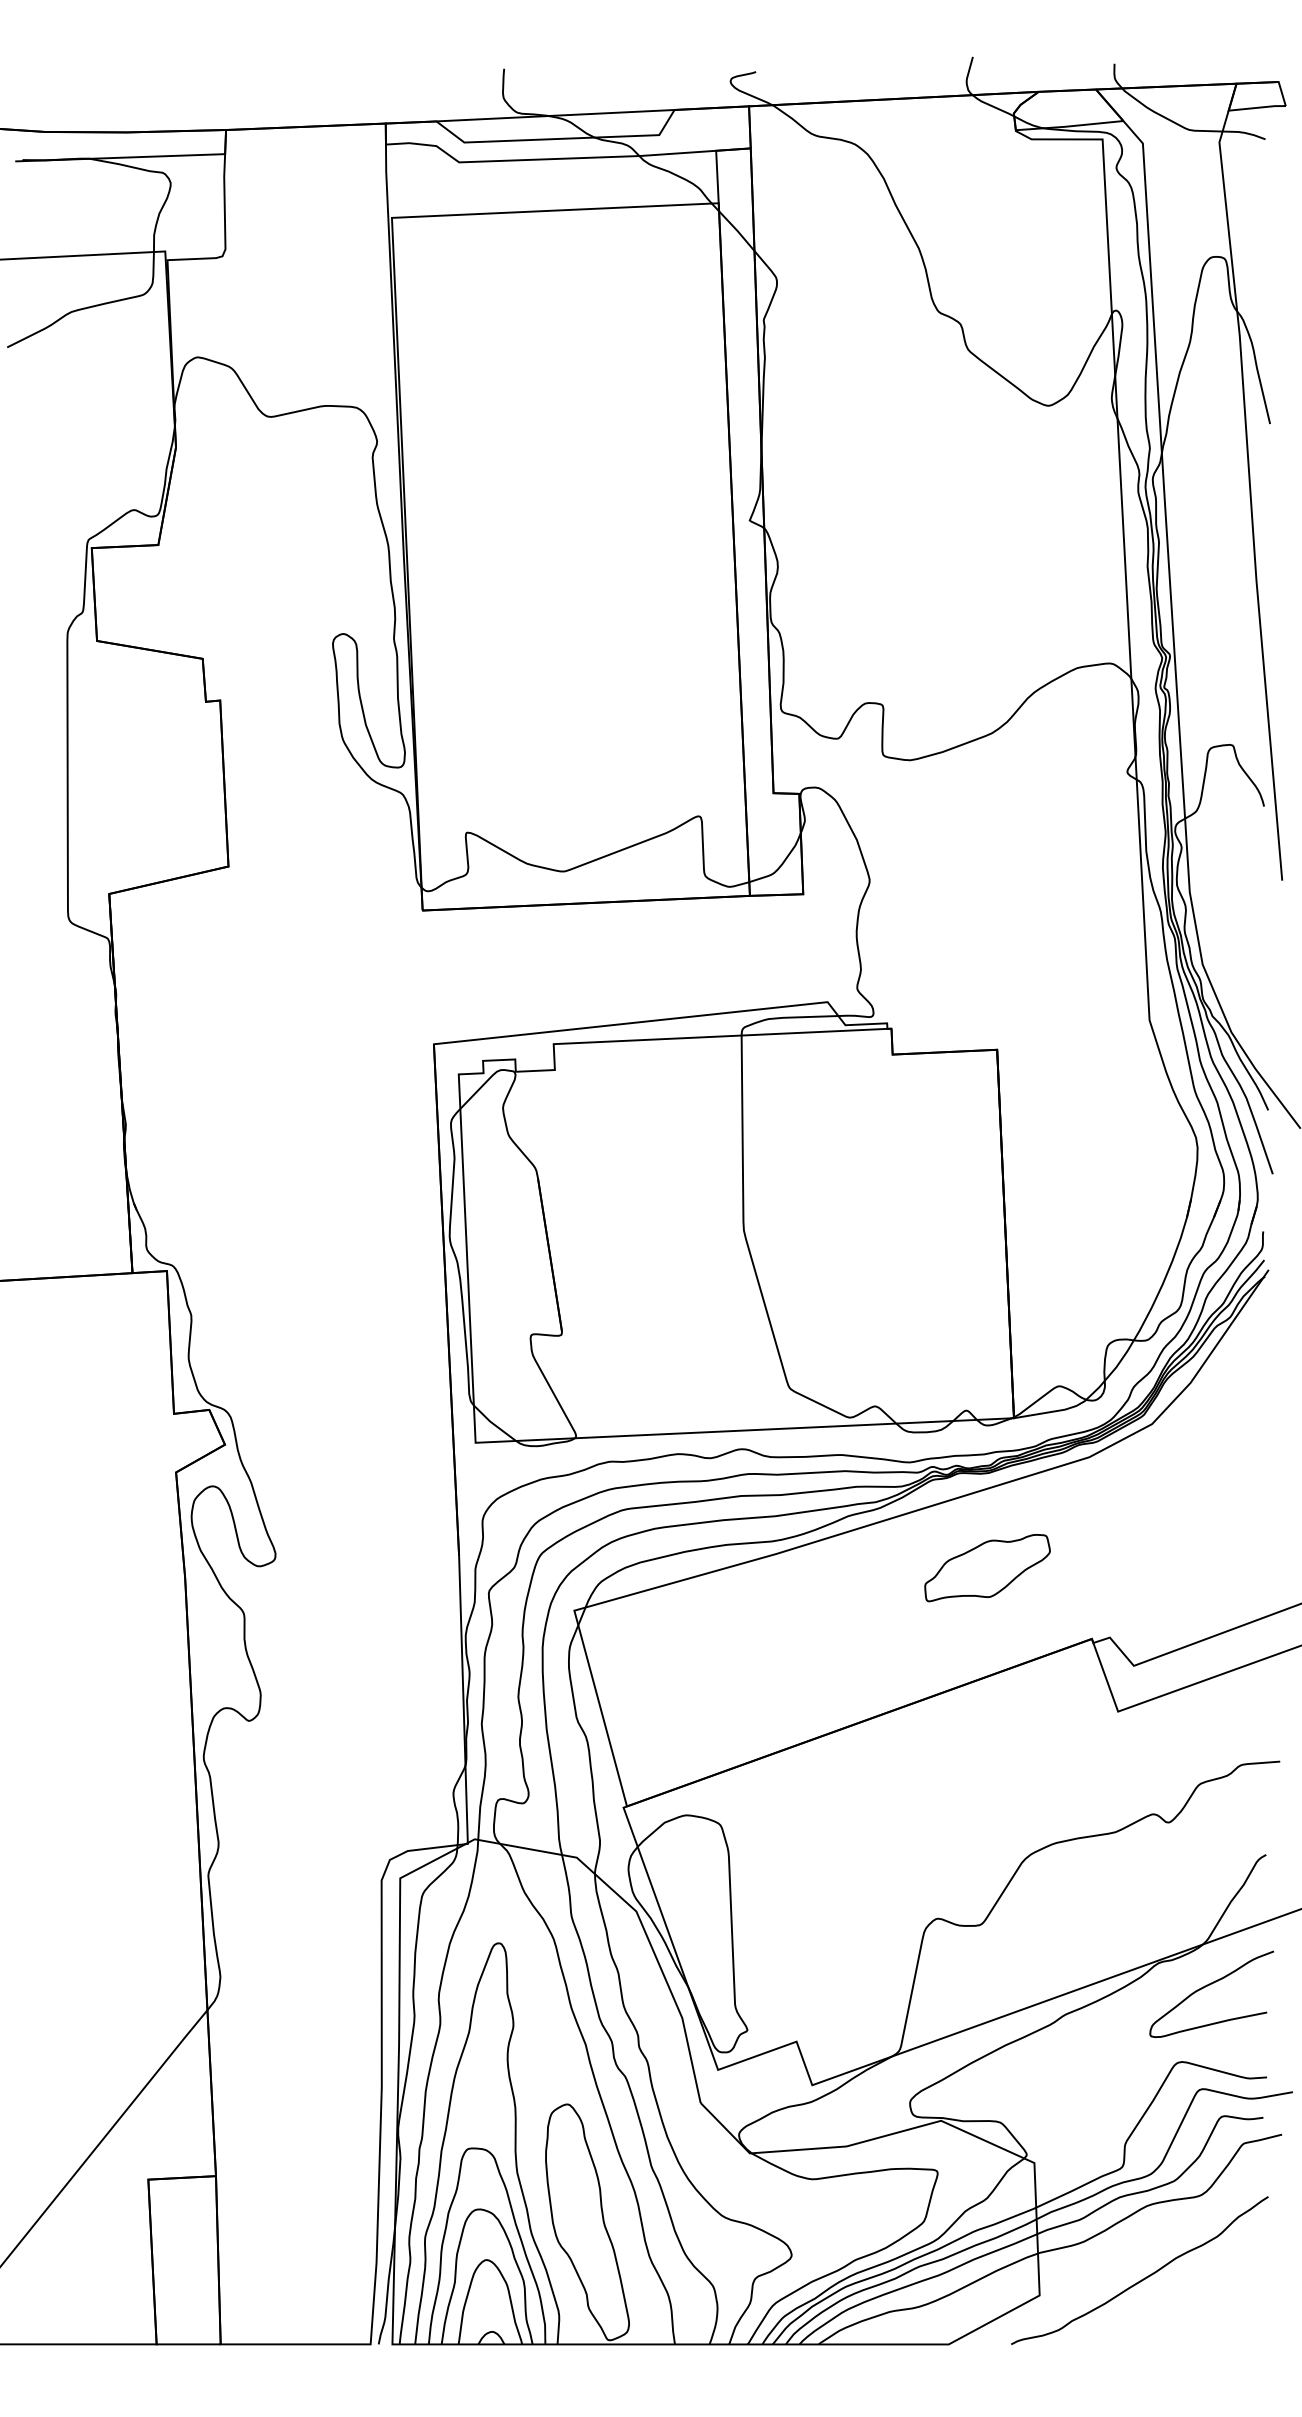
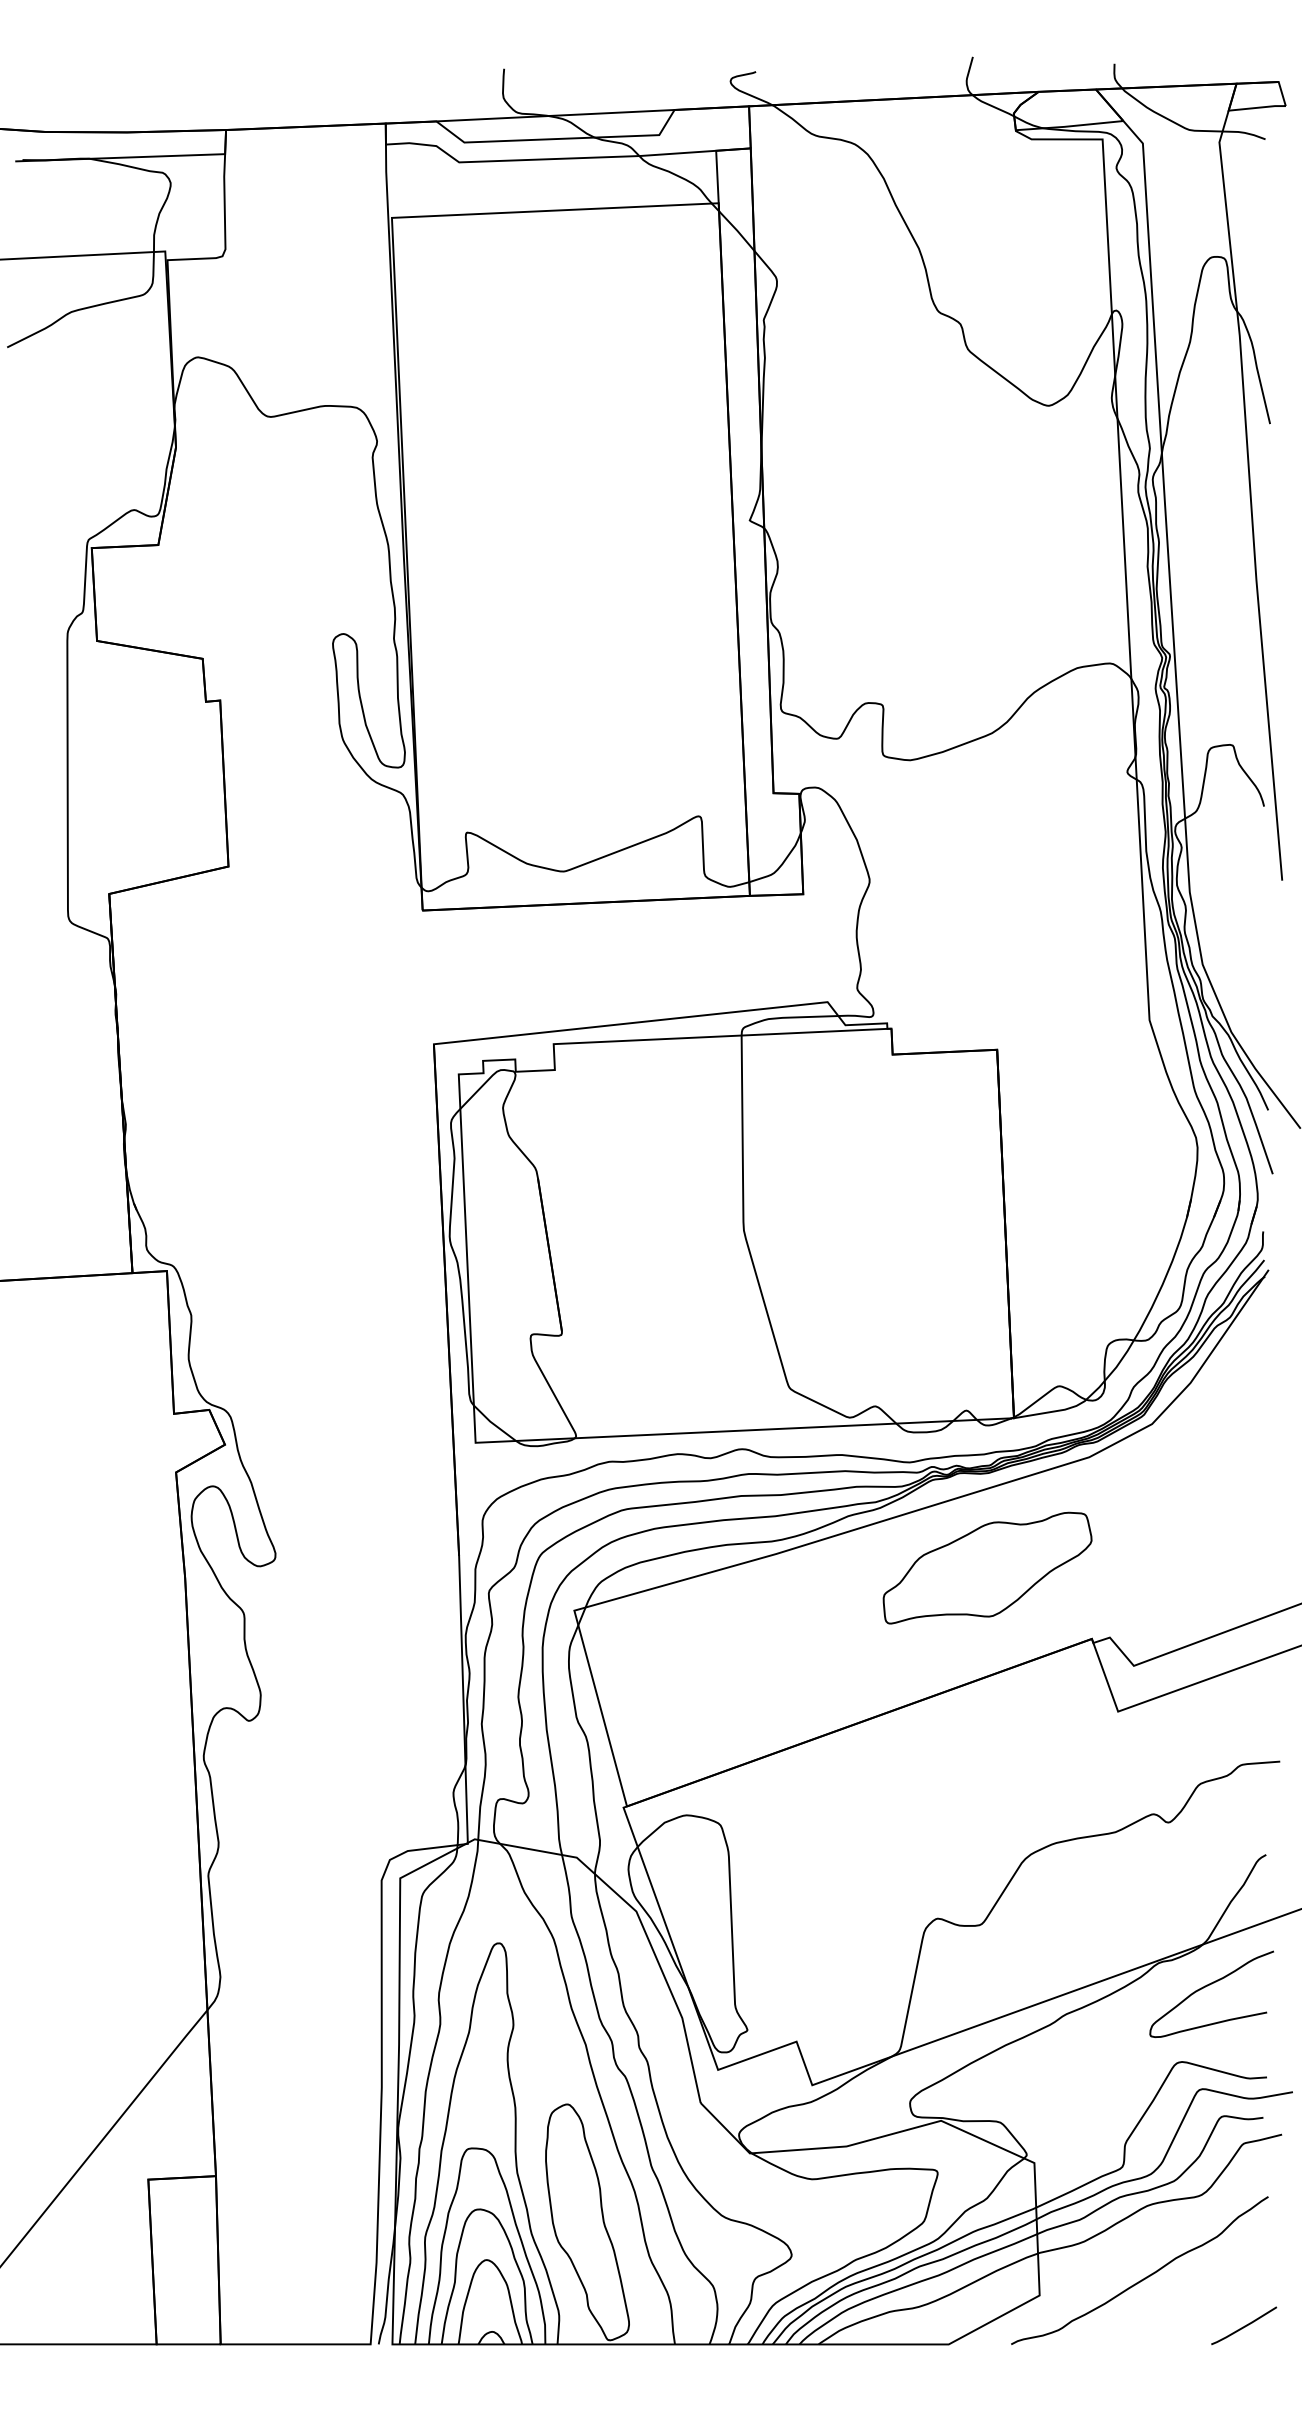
part at (987, 1568) size: 127x69 px -> 211x114 px
line at (1244, 2325): none -> present
